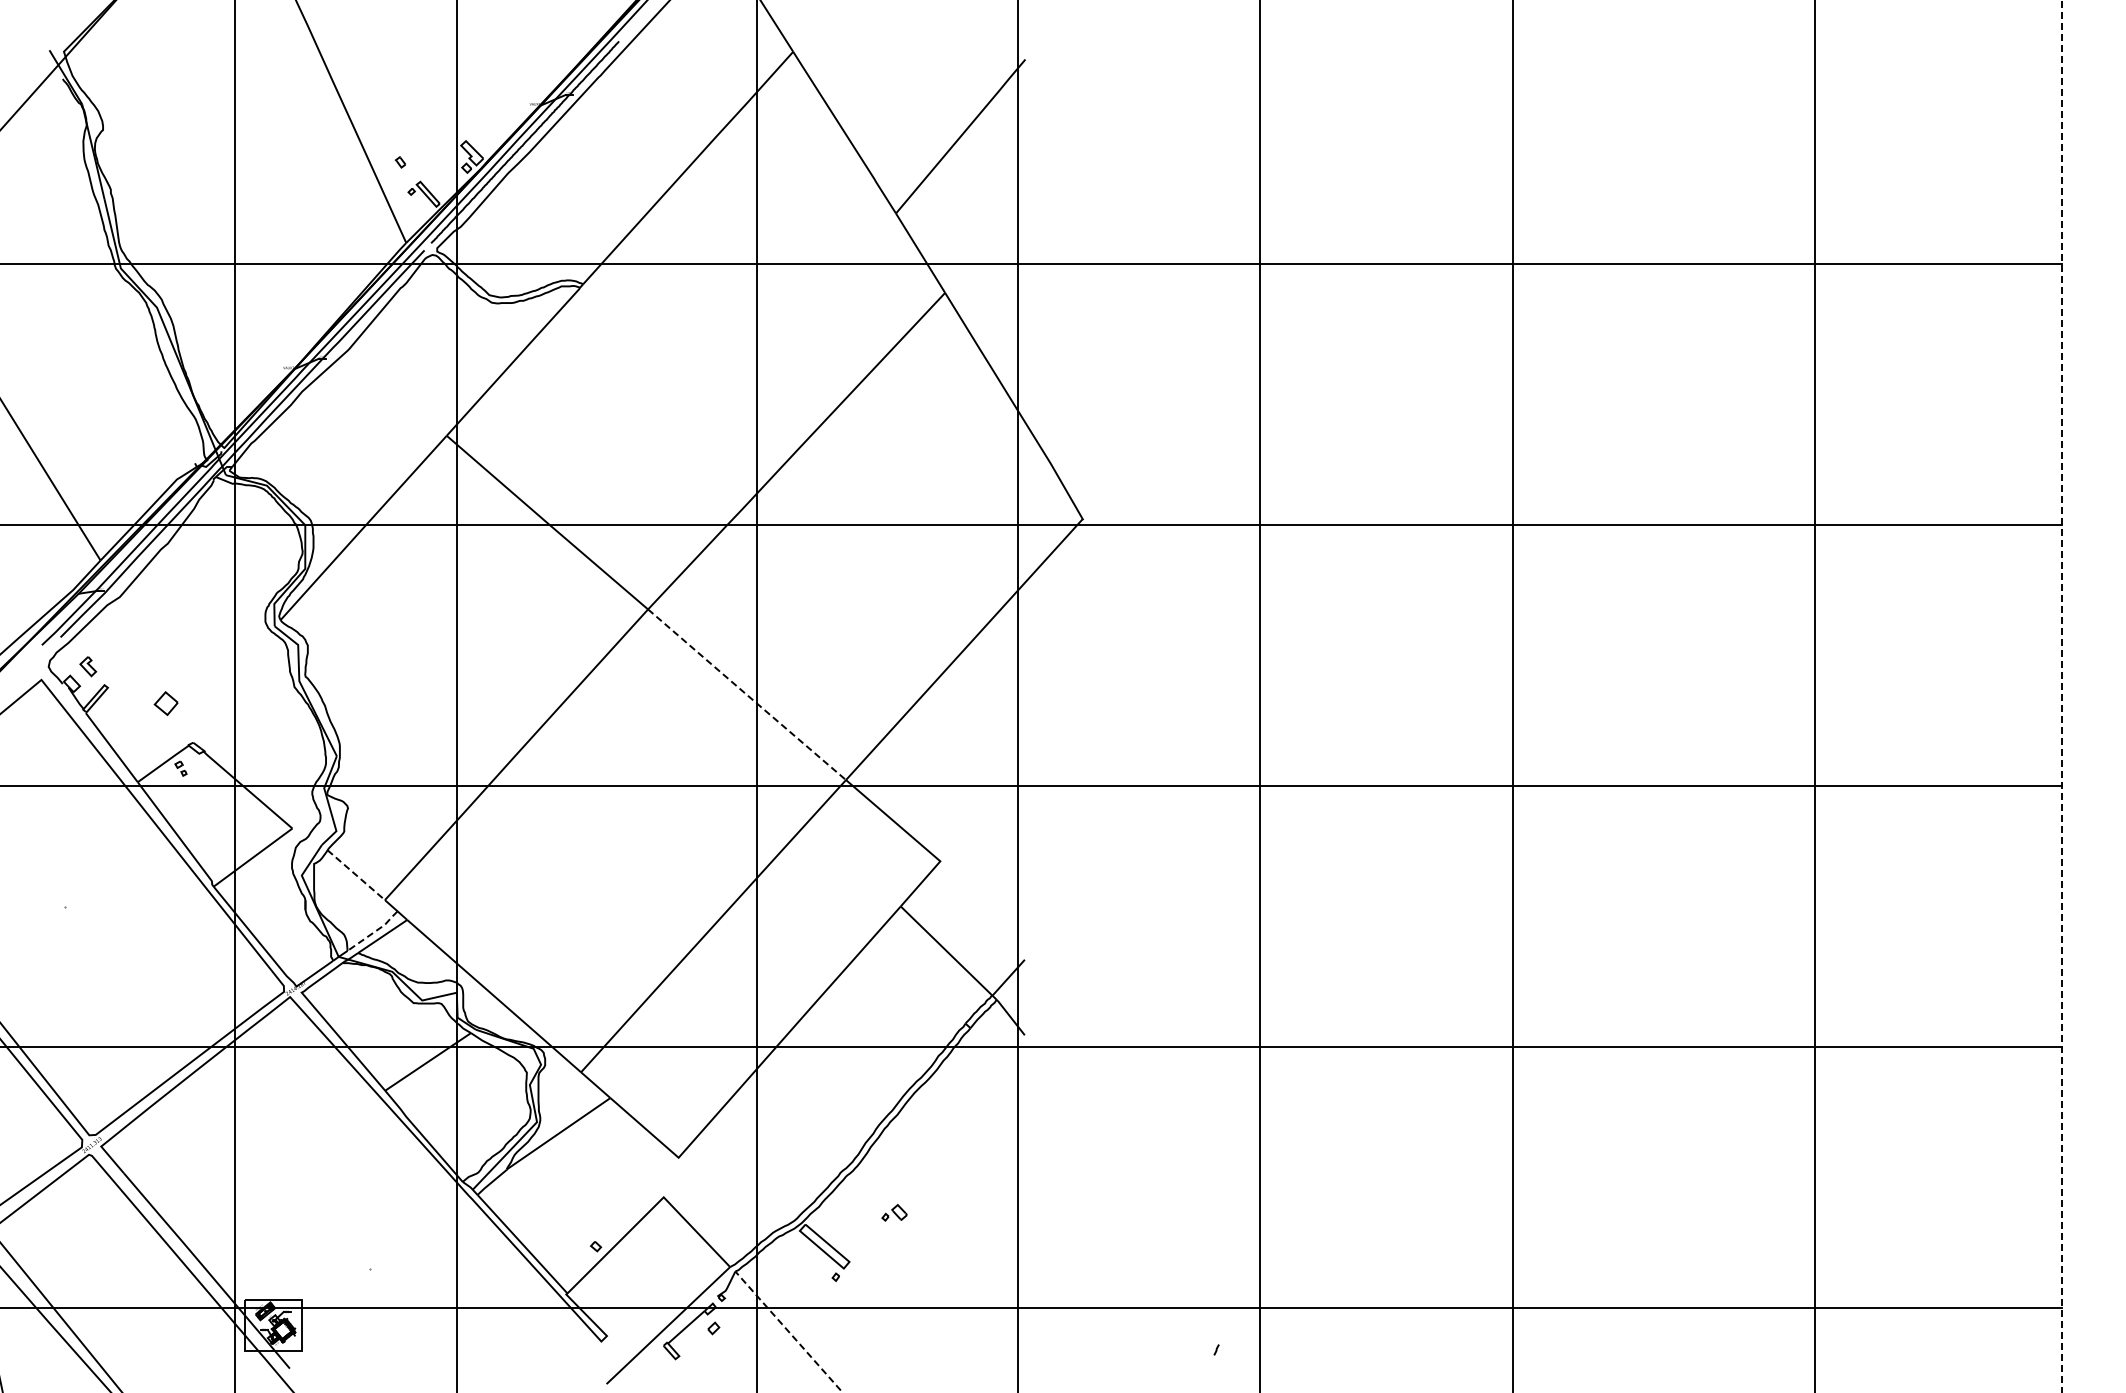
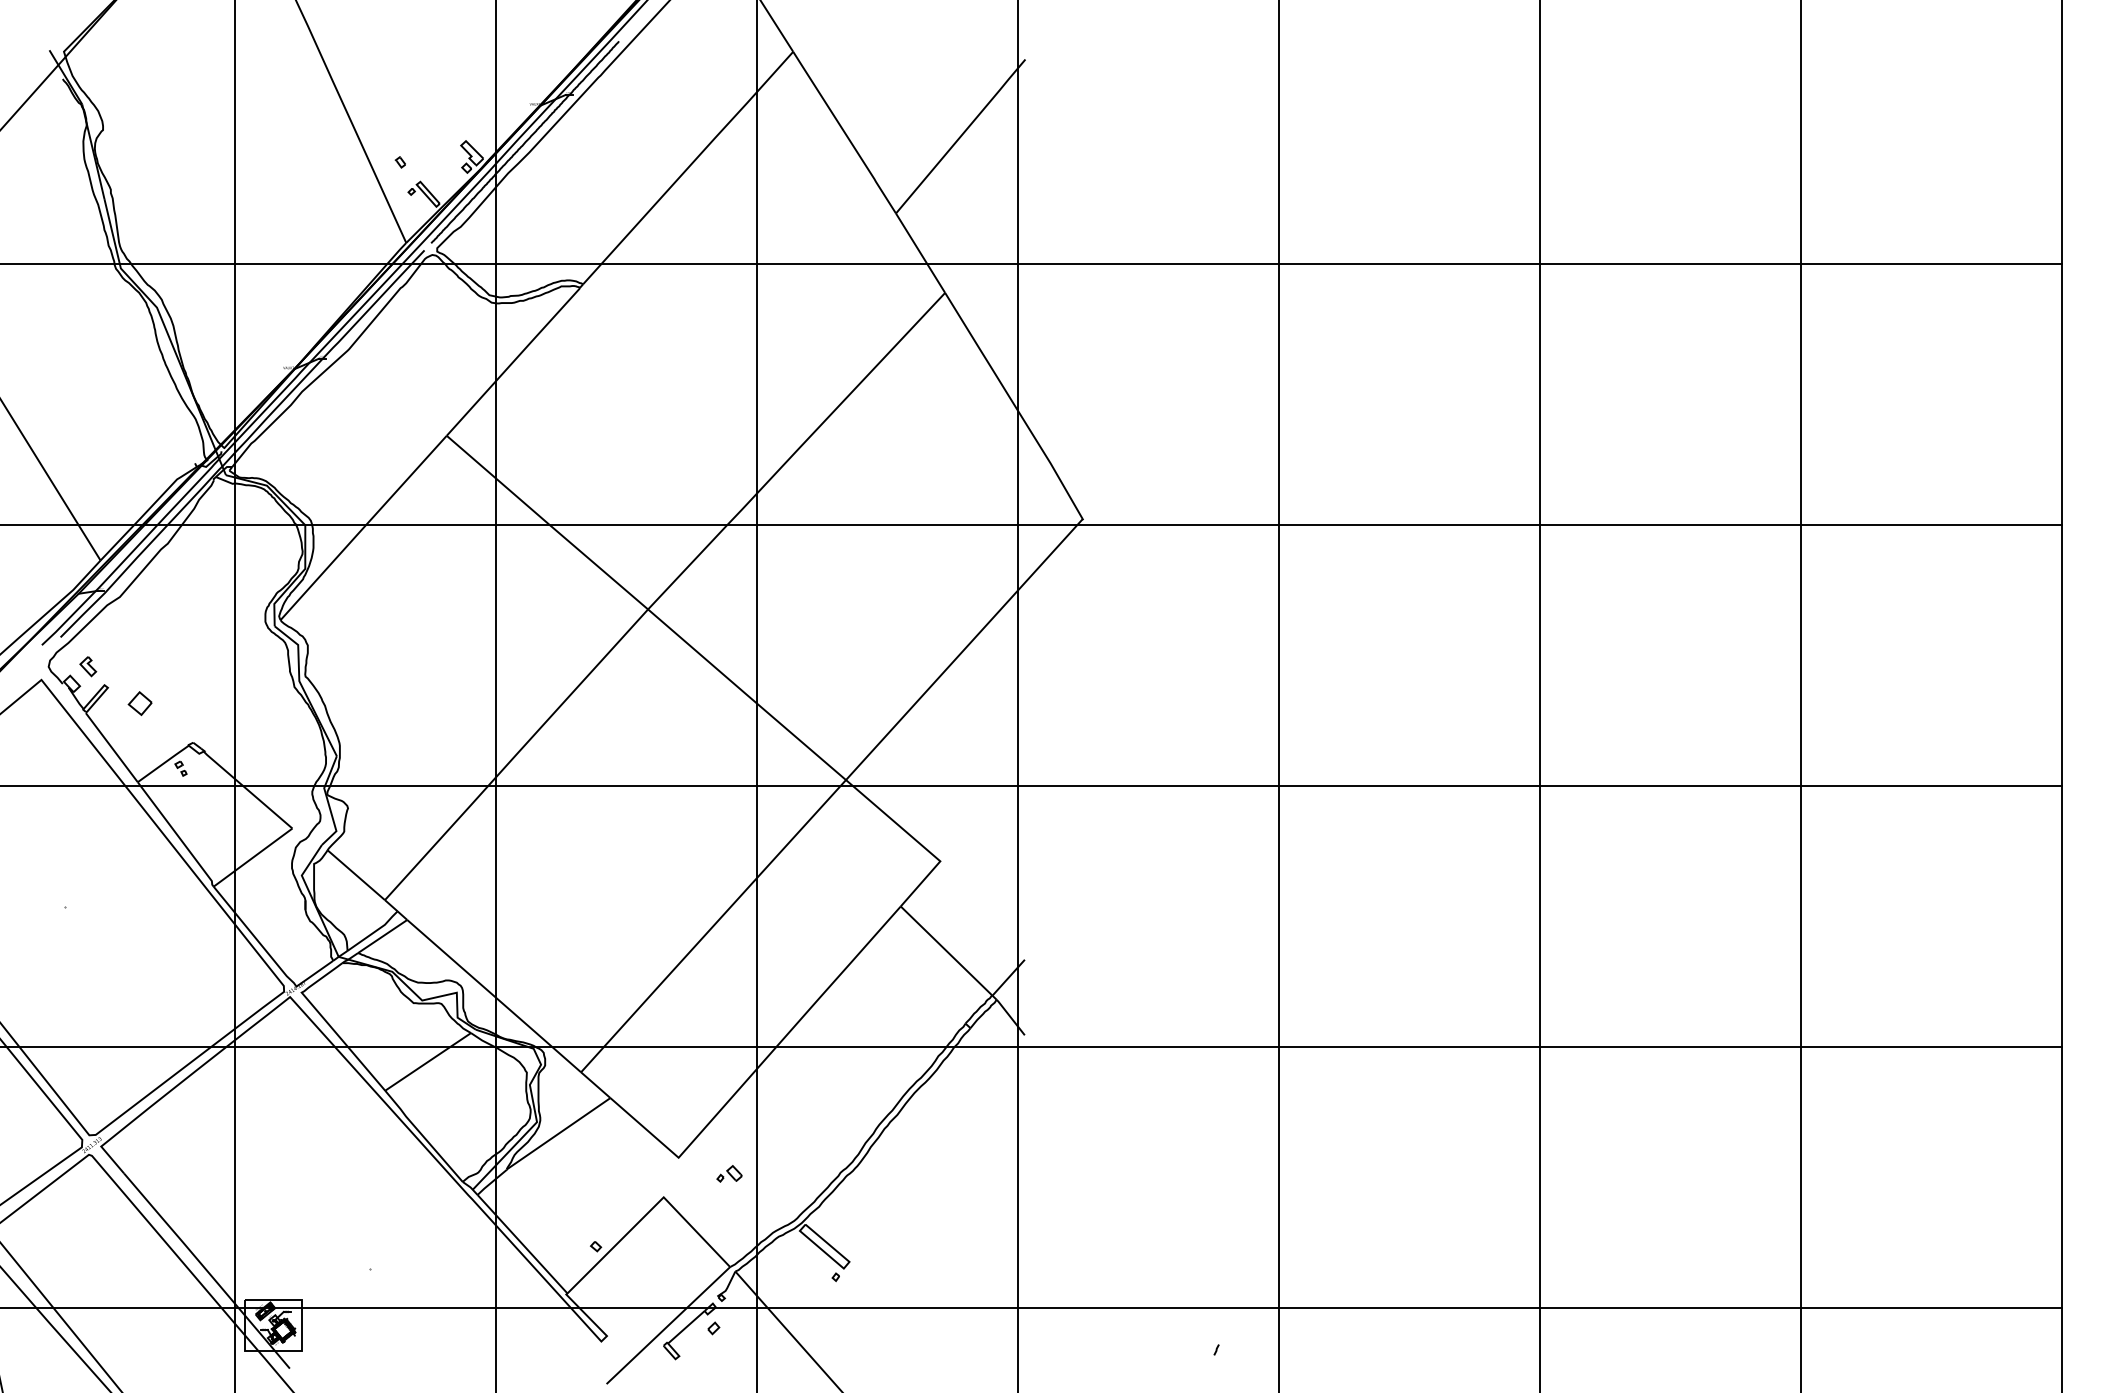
line at (746, 694): dashed -> solid
line at (456, 695) position: (456, 695) -> (495, 695)
line at (1259, 695) position: (1259, 695) -> (1278, 695)
line at (1513, 695) position: (1513, 695) -> (1540, 695)
line at (1815, 695) position: (1815, 695) -> (1801, 695)
line at (2062, 696): dashed -> solid
part at (165, 703) position: (165, 703) -> (139, 703)
line at (356, 875): dashed -> solid
line at (375, 931): dashed -> solid
part at (894, 1212) position: (894, 1212) -> (729, 1173)
line at (788, 1331): dashed -> solid
